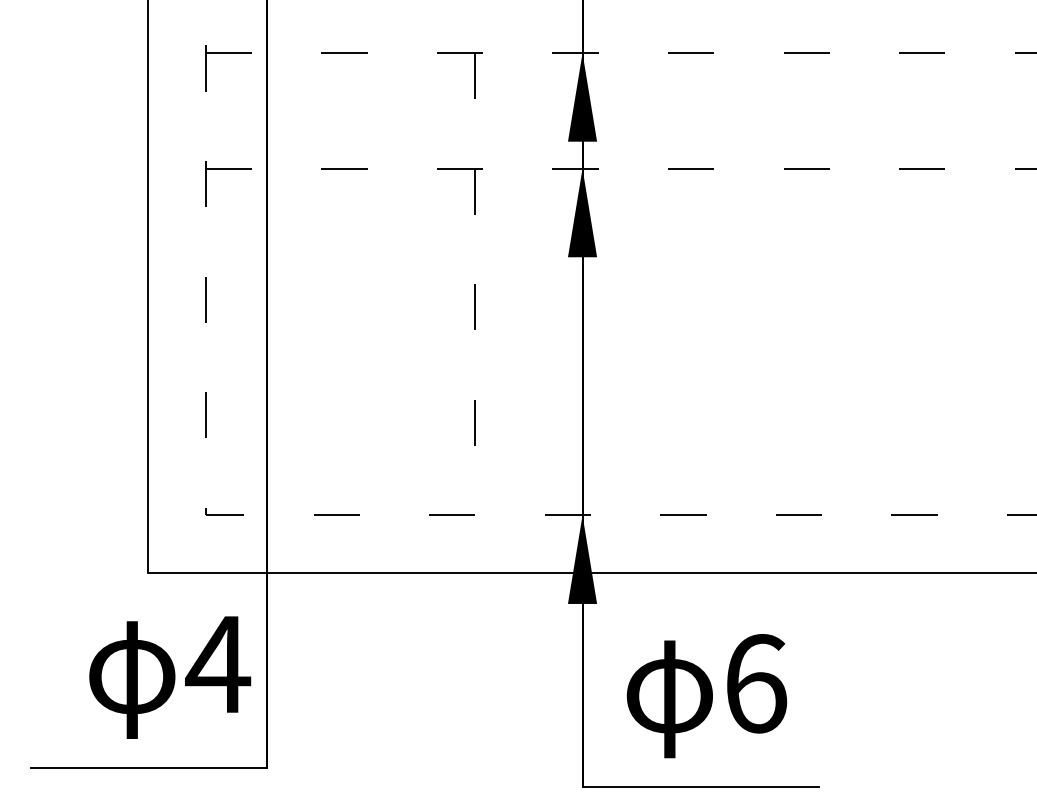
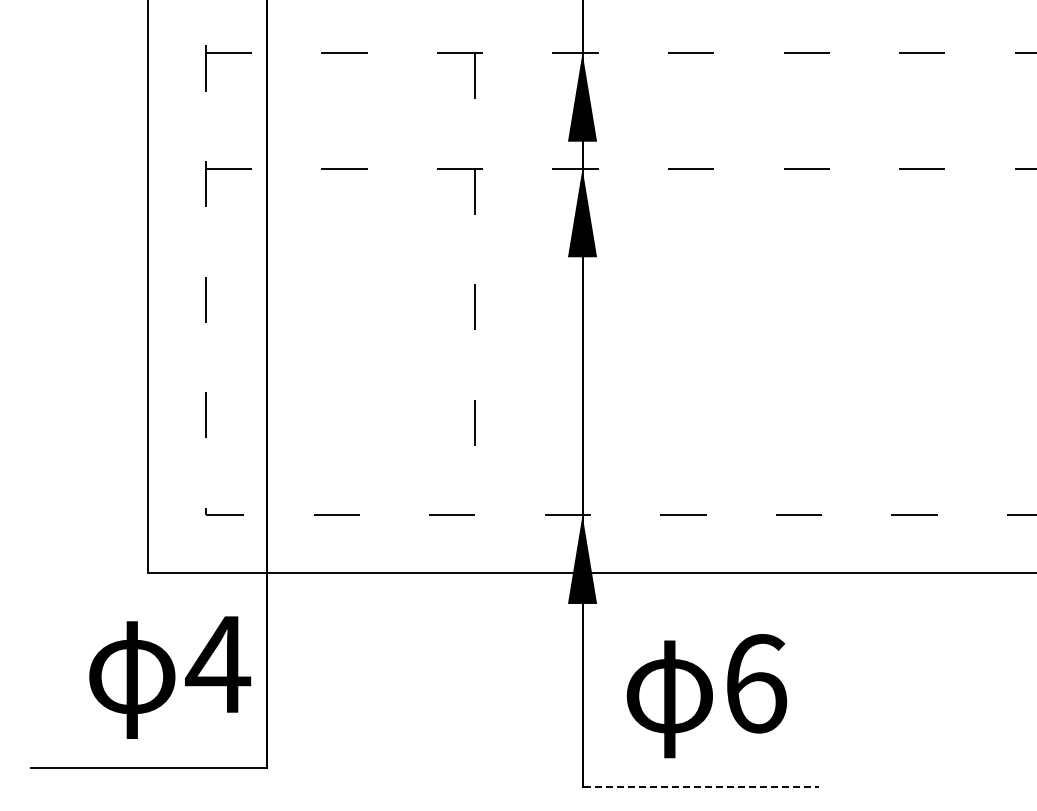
line at (701, 786): solid -> dashed
